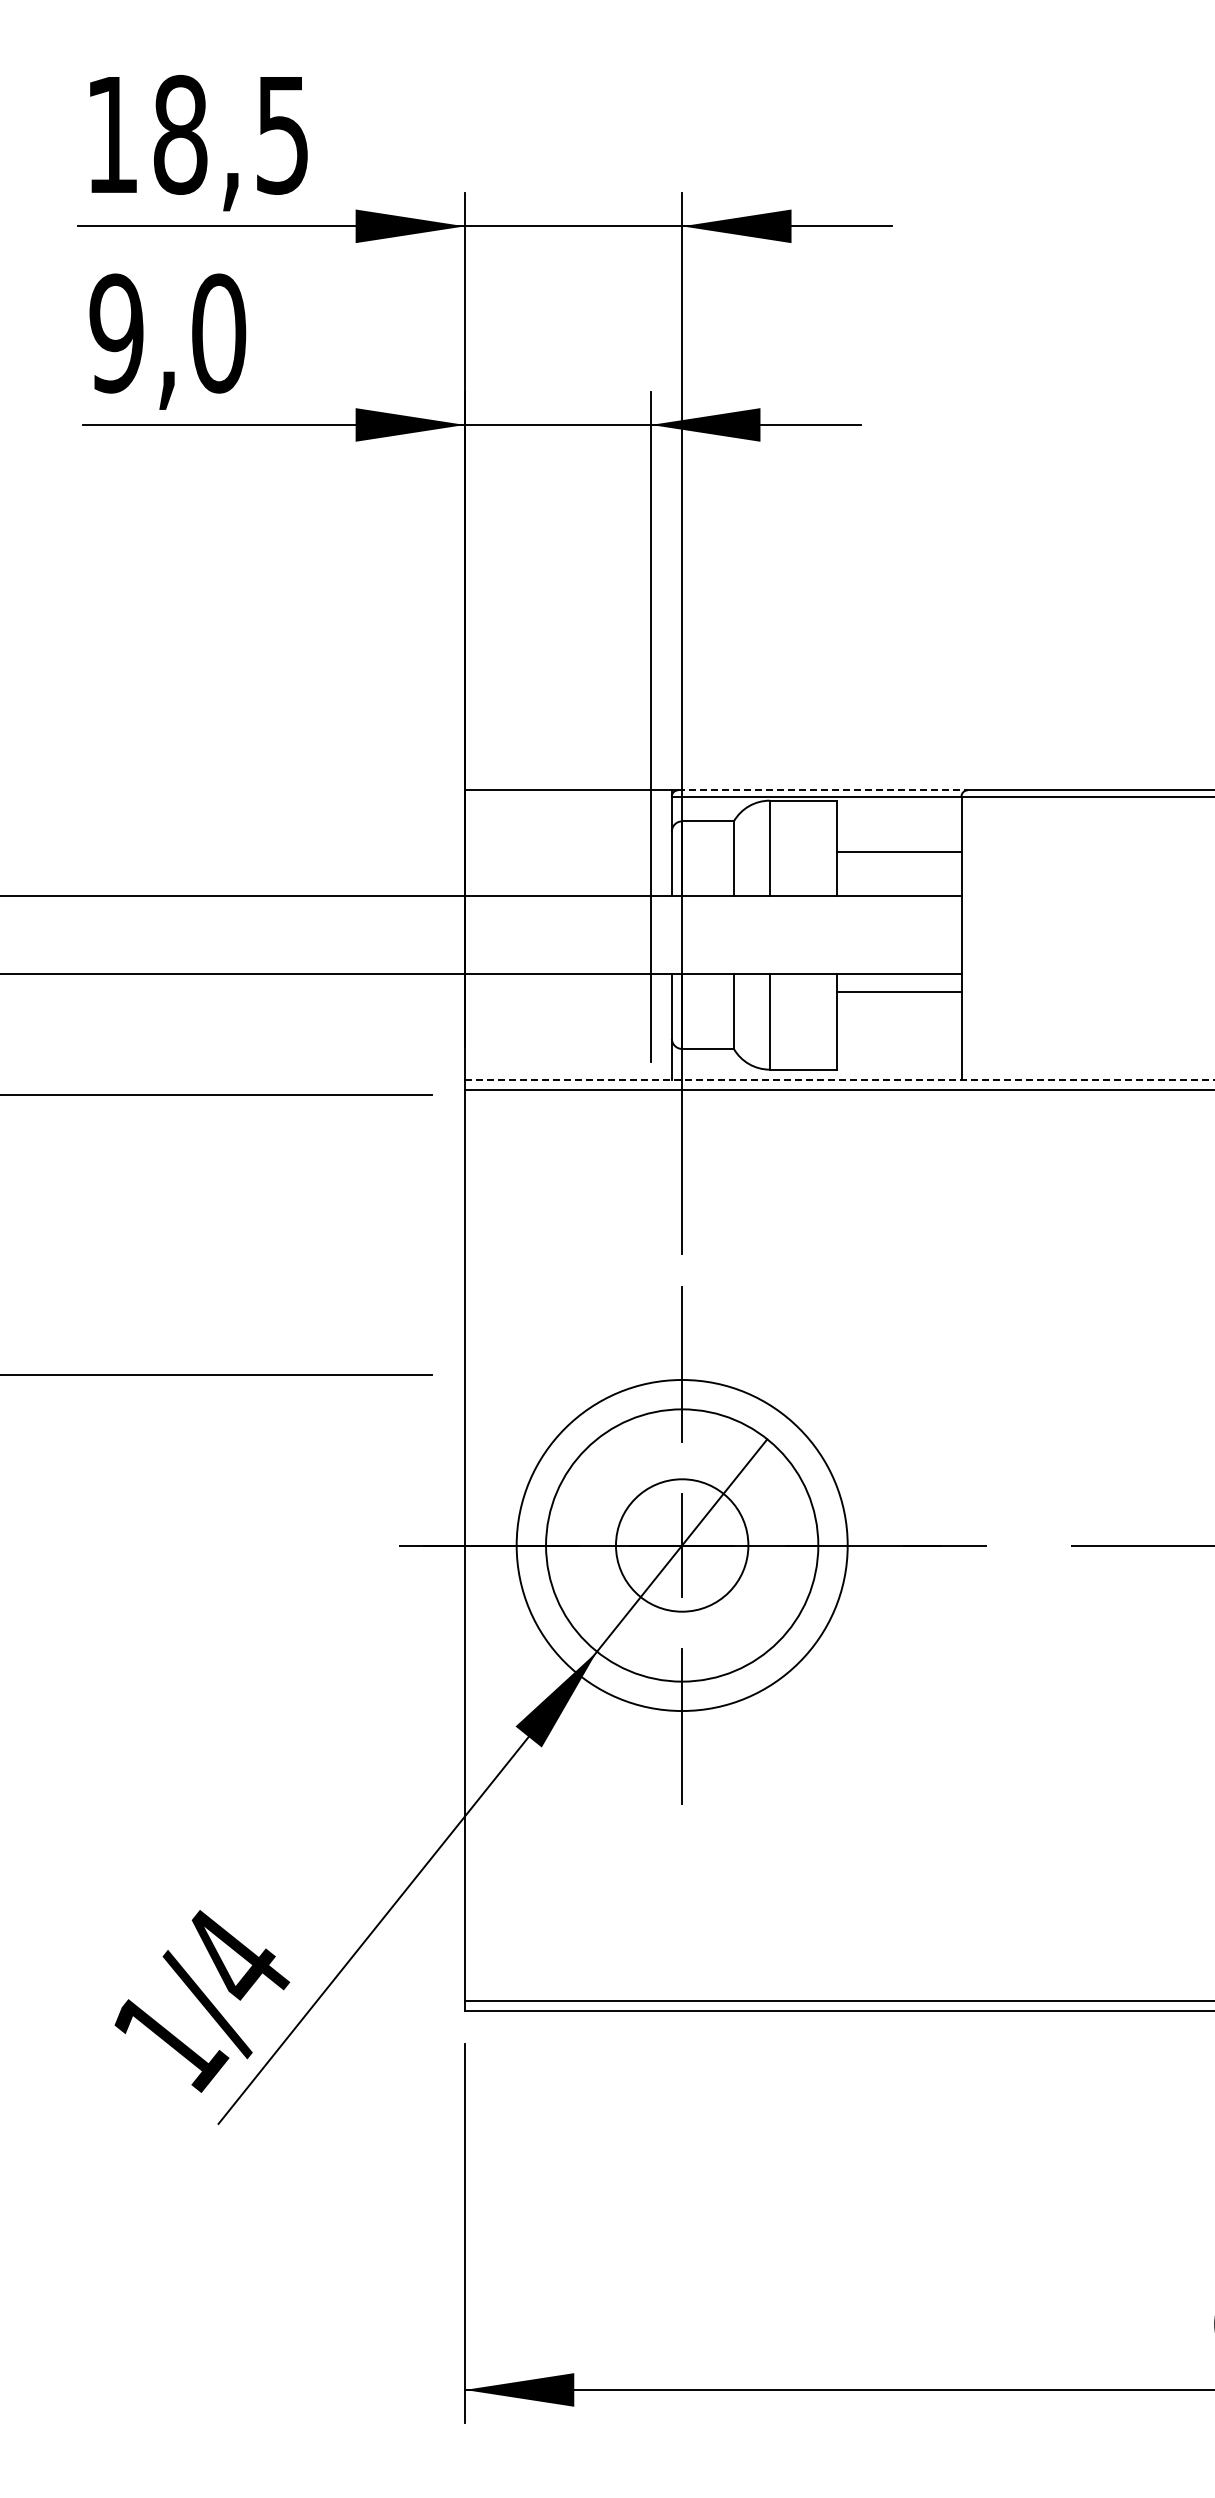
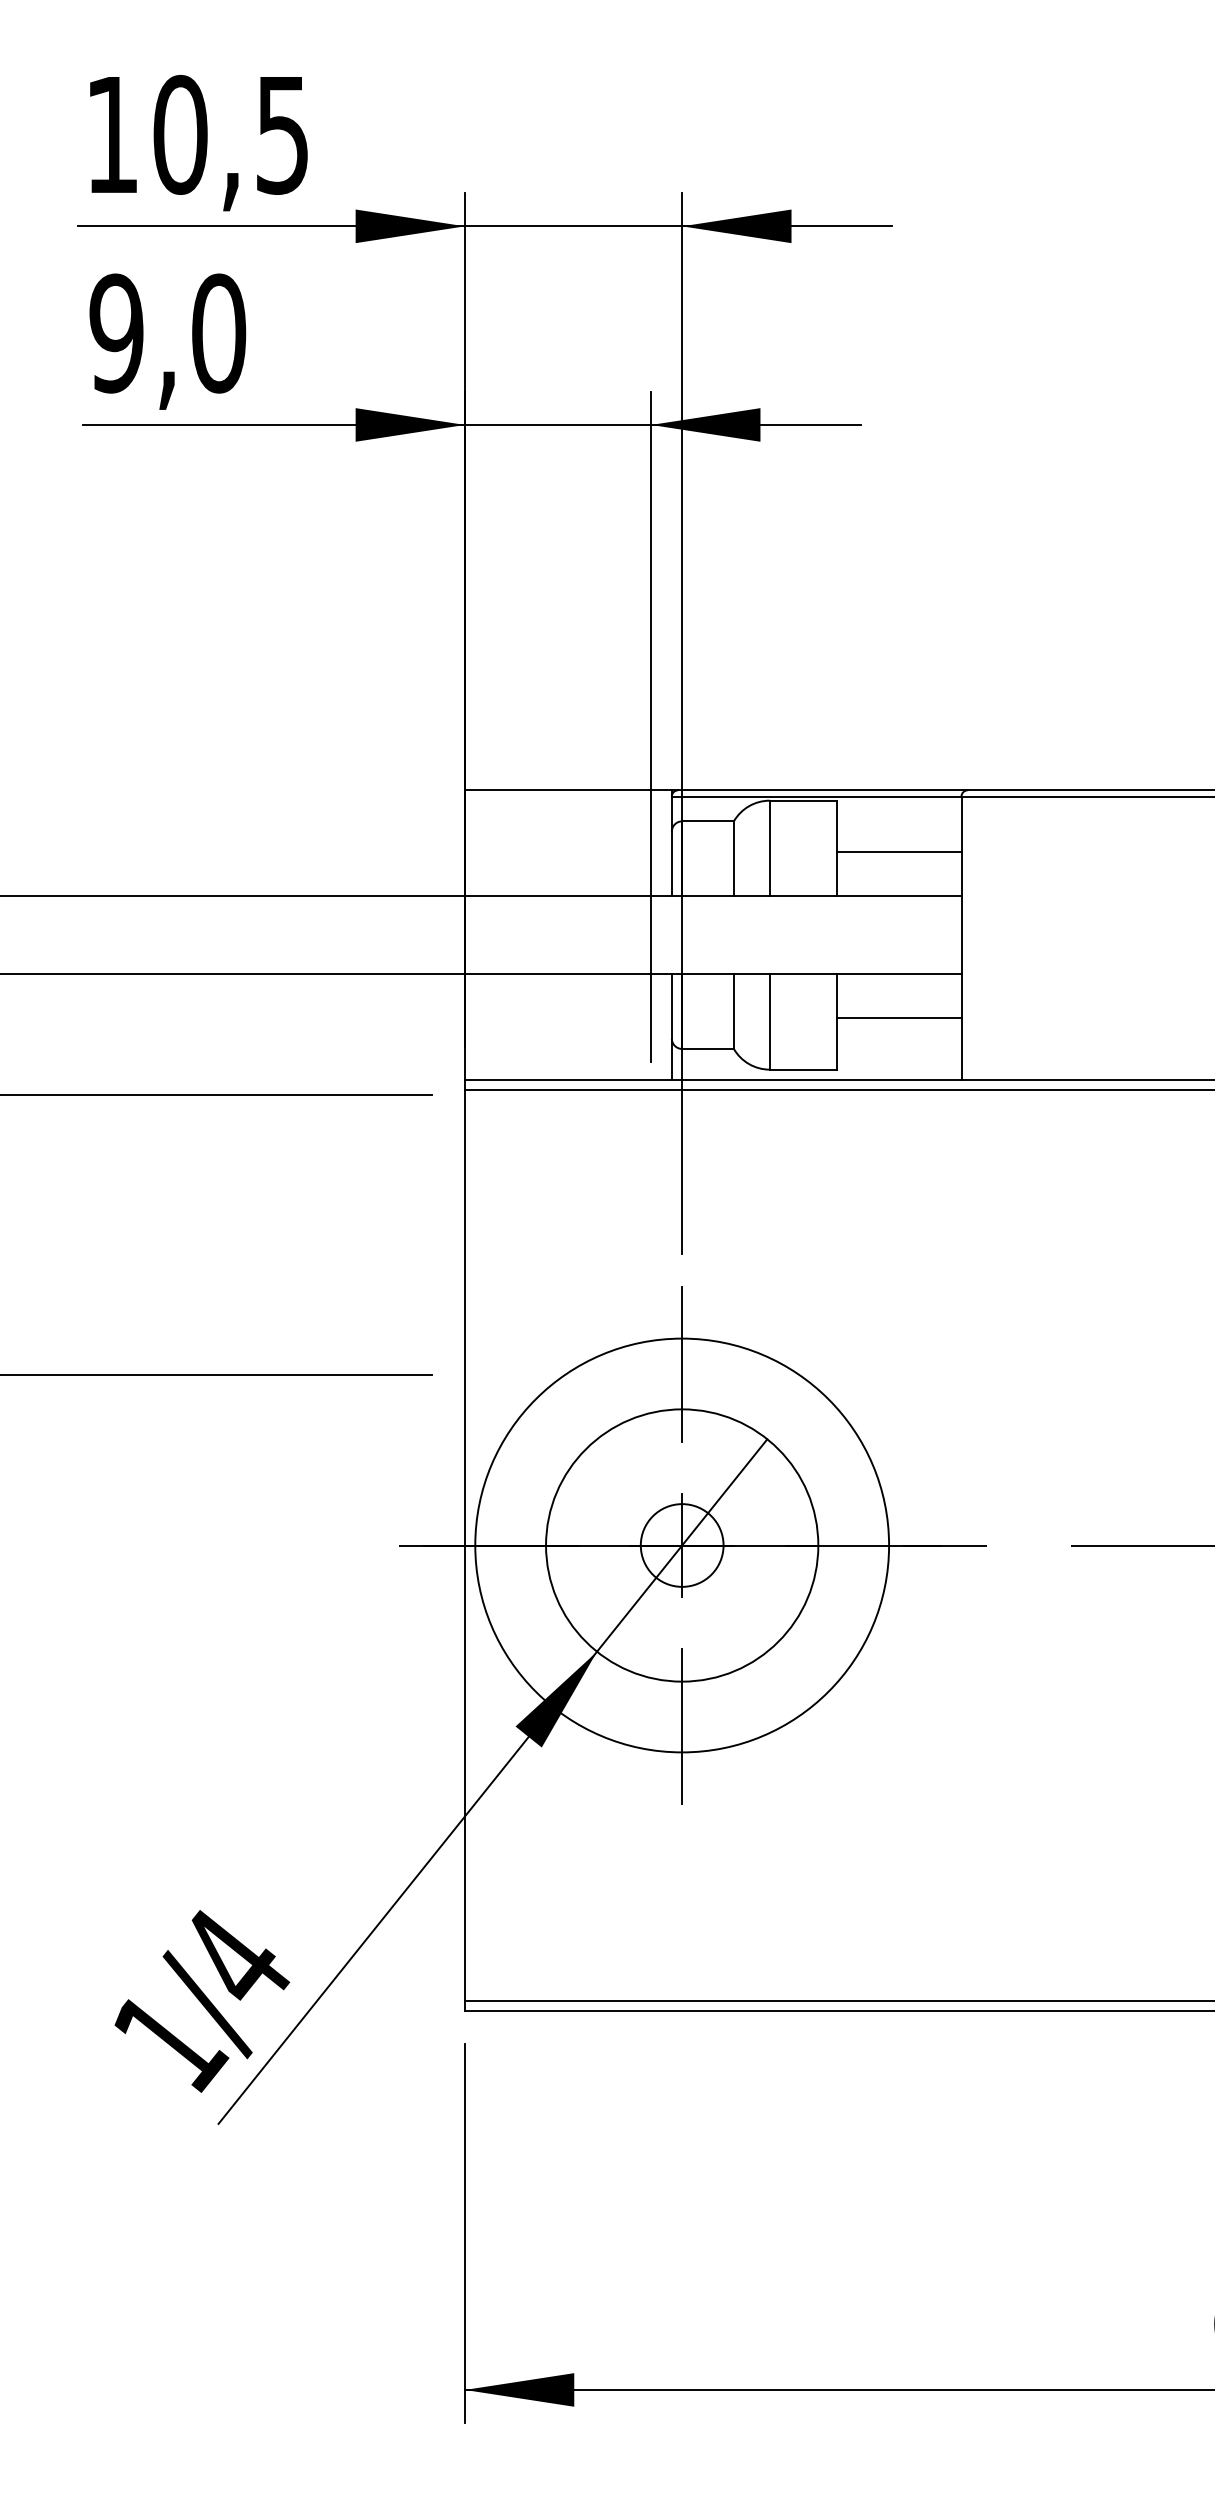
text at (180, 134): 18,5 -> 10,5
line at (822, 790): dashed -> solid
line at (899, 991) position: (899, 991) -> (899, 1017)
line at (839, 1079): dashed -> solid
circle at (681, 1545) diameter: 132 px -> 83 px
circle at (681, 1545) diameter: 331 px -> 414 px
